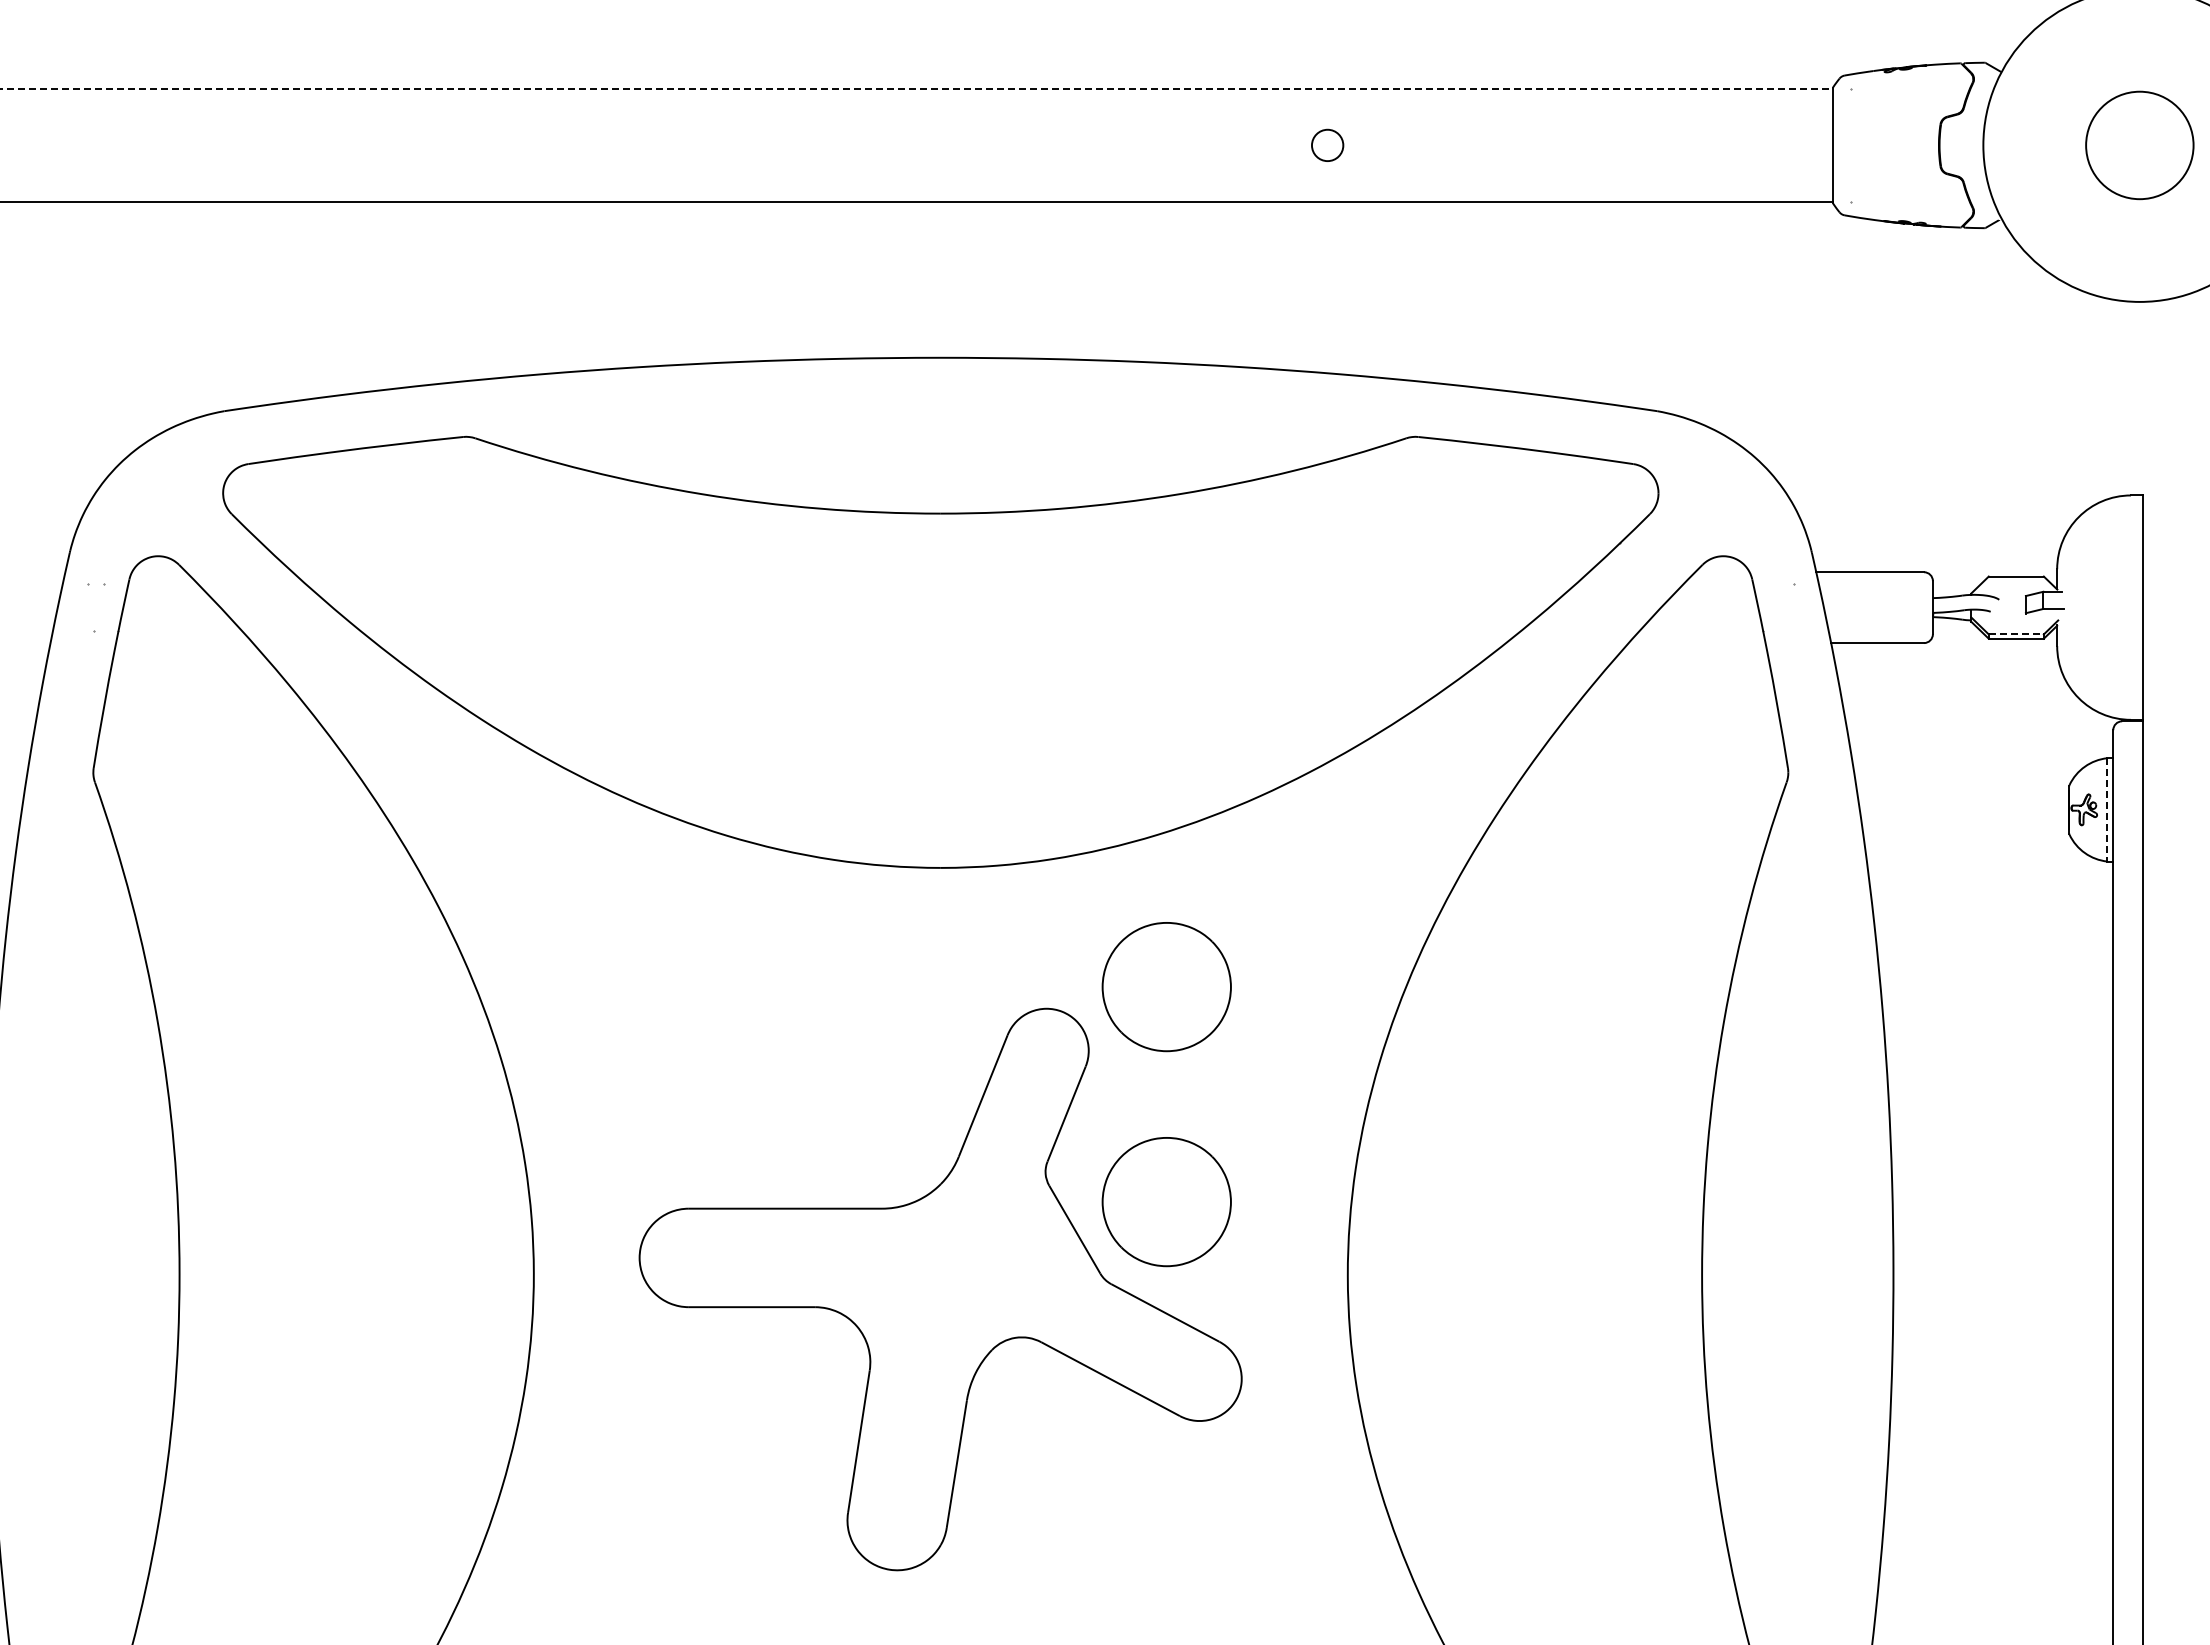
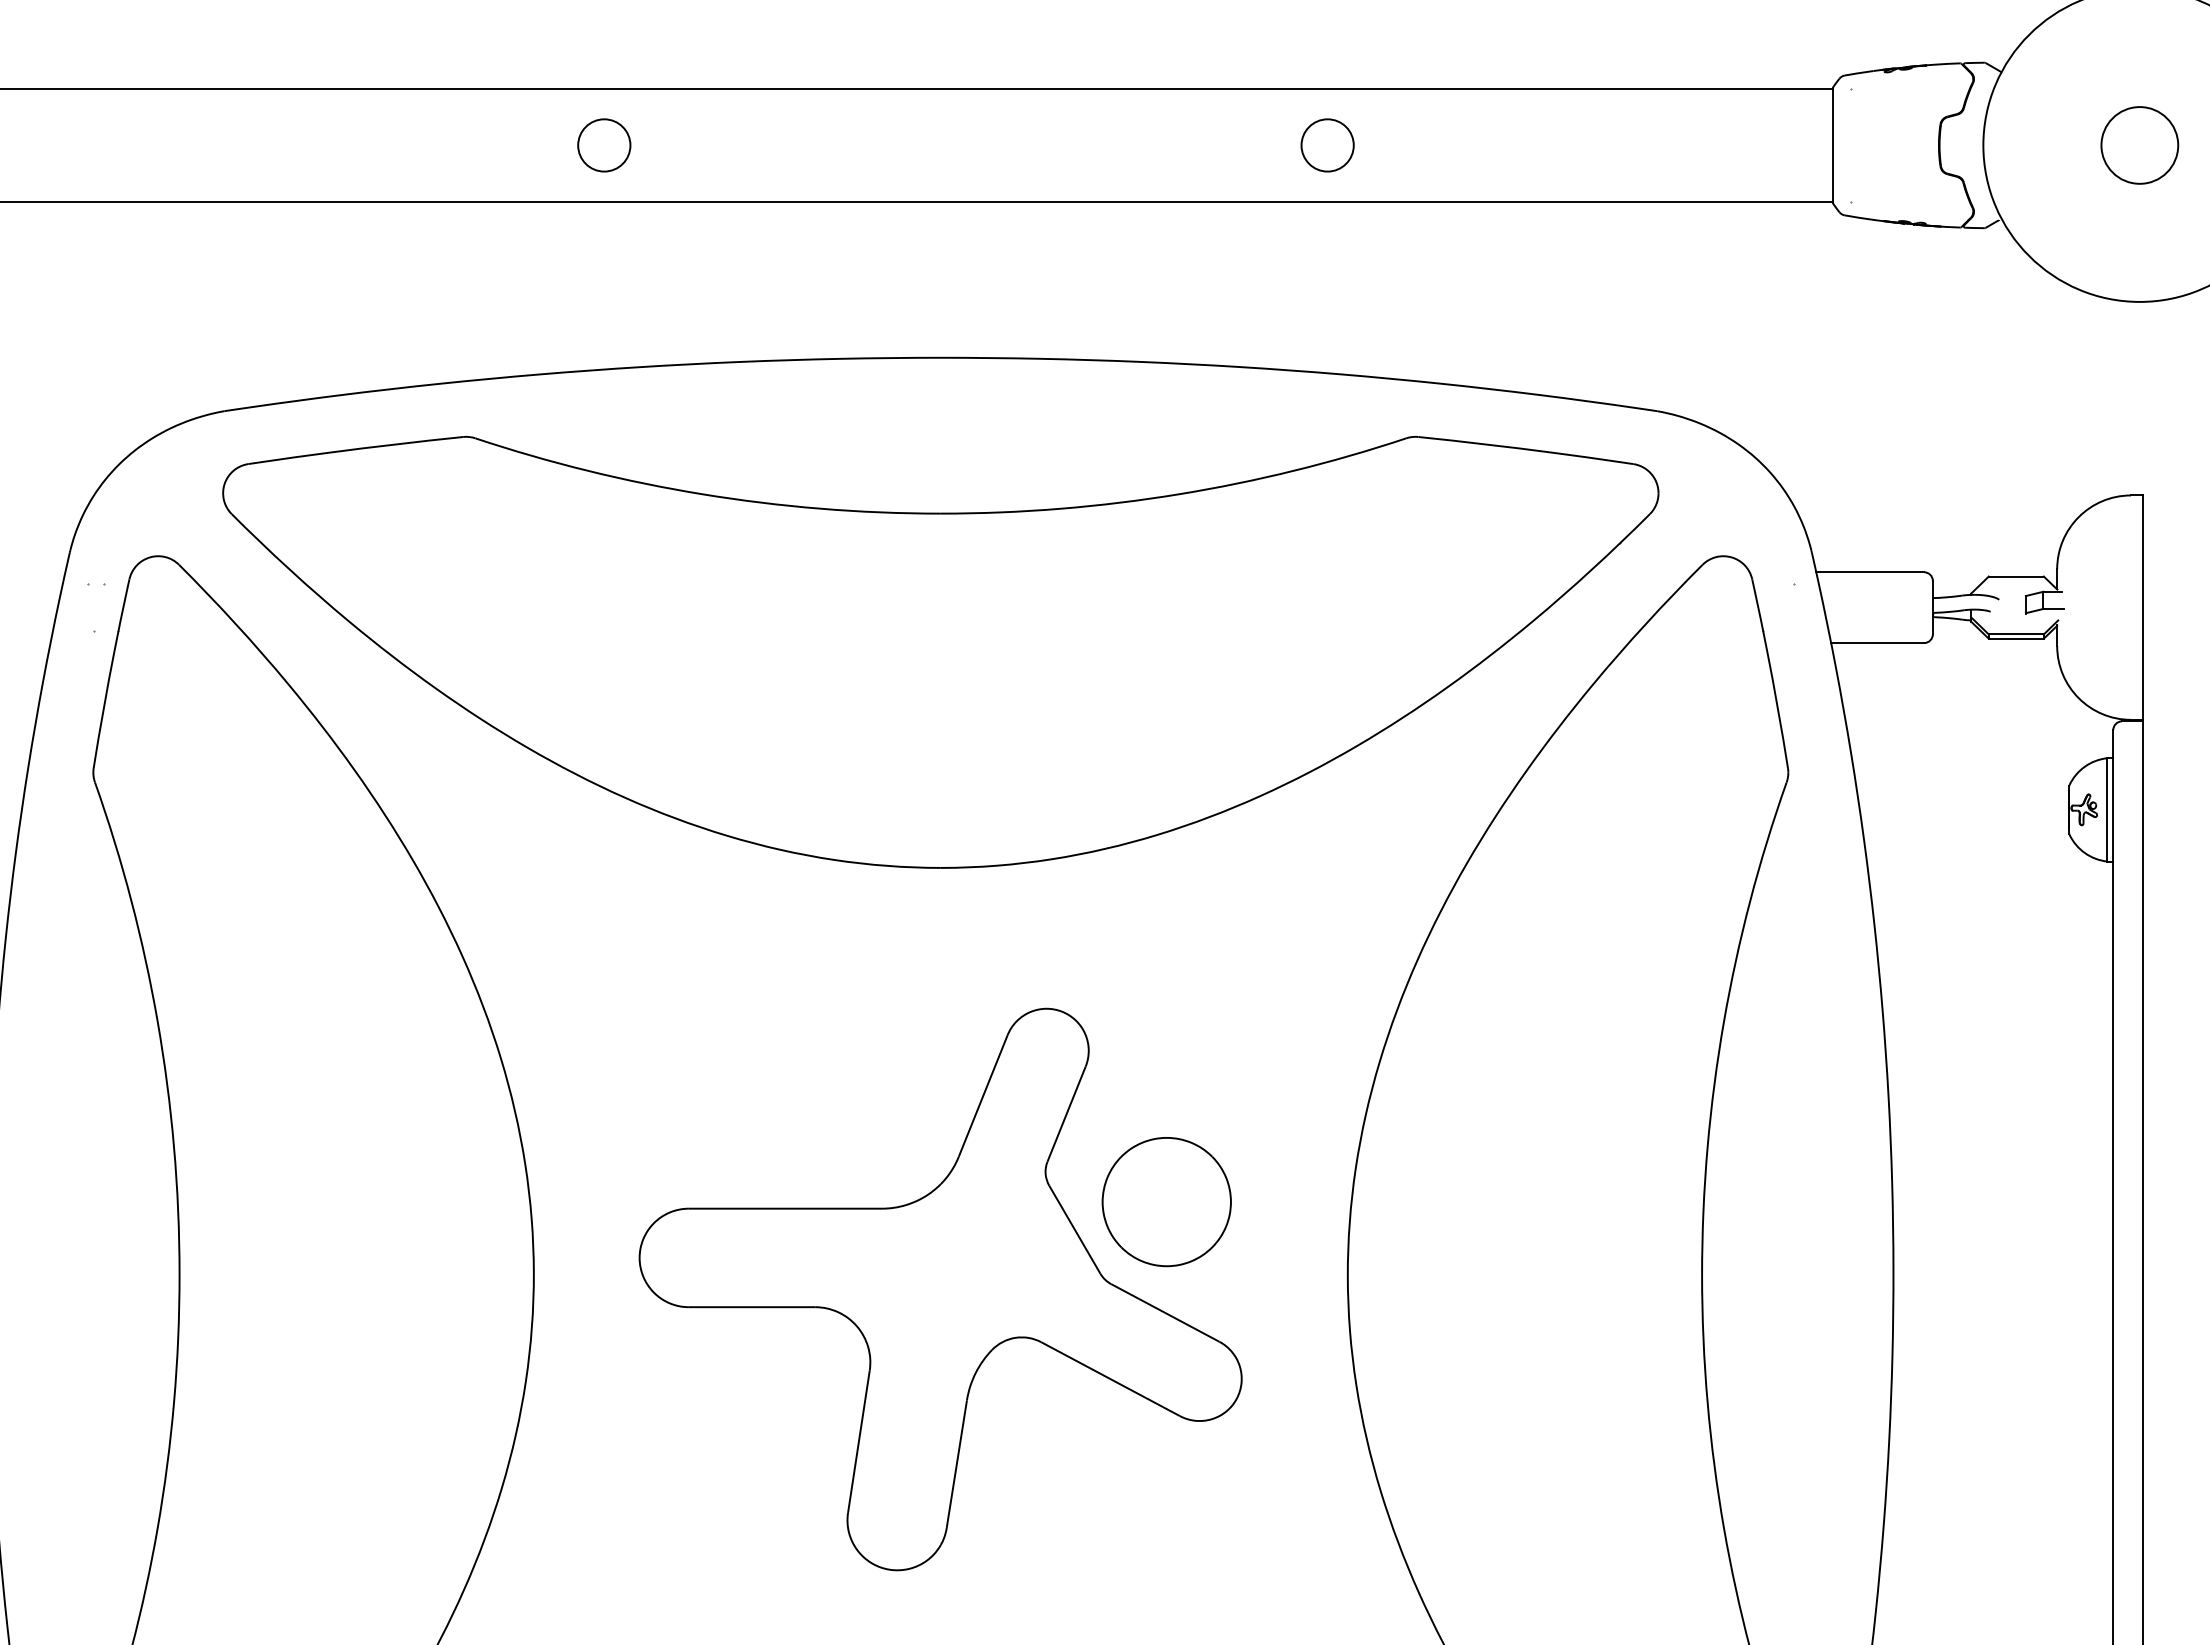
line at (917, 89): dashed -> solid
circle at (604, 145): none -> present
circle at (1327, 145) diameter: 31 px -> 52 px
circle at (2139, 145) diameter: 107 px -> 77 px
line at (2016, 634): dashed -> solid
line at (2107, 809): dashed -> solid
part at (1166, 987): present -> none
